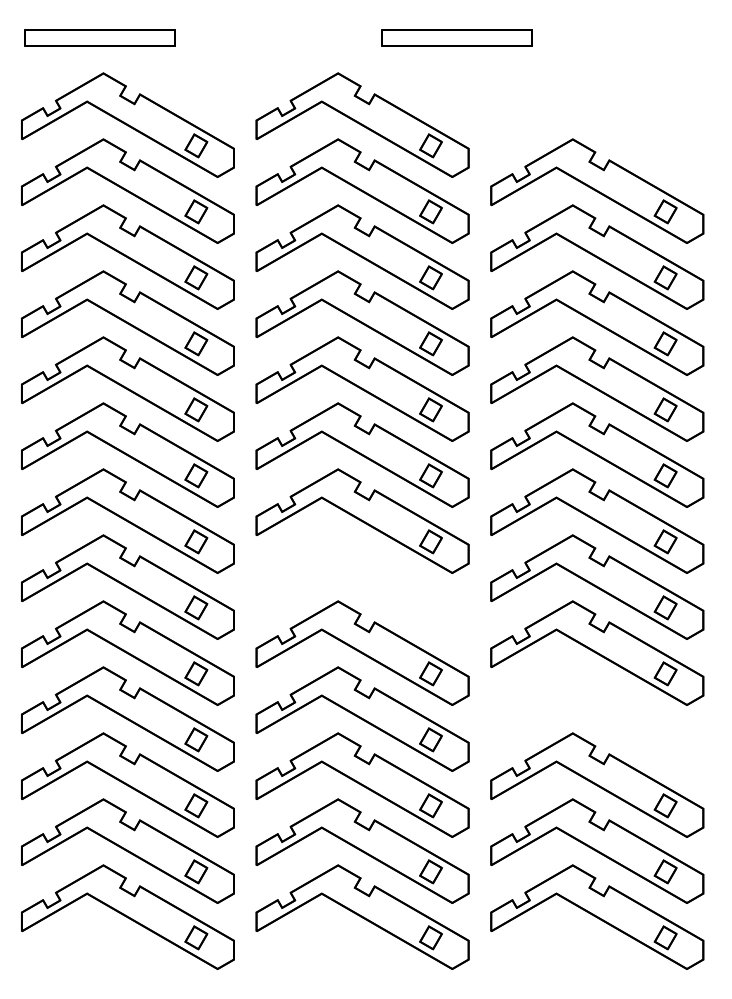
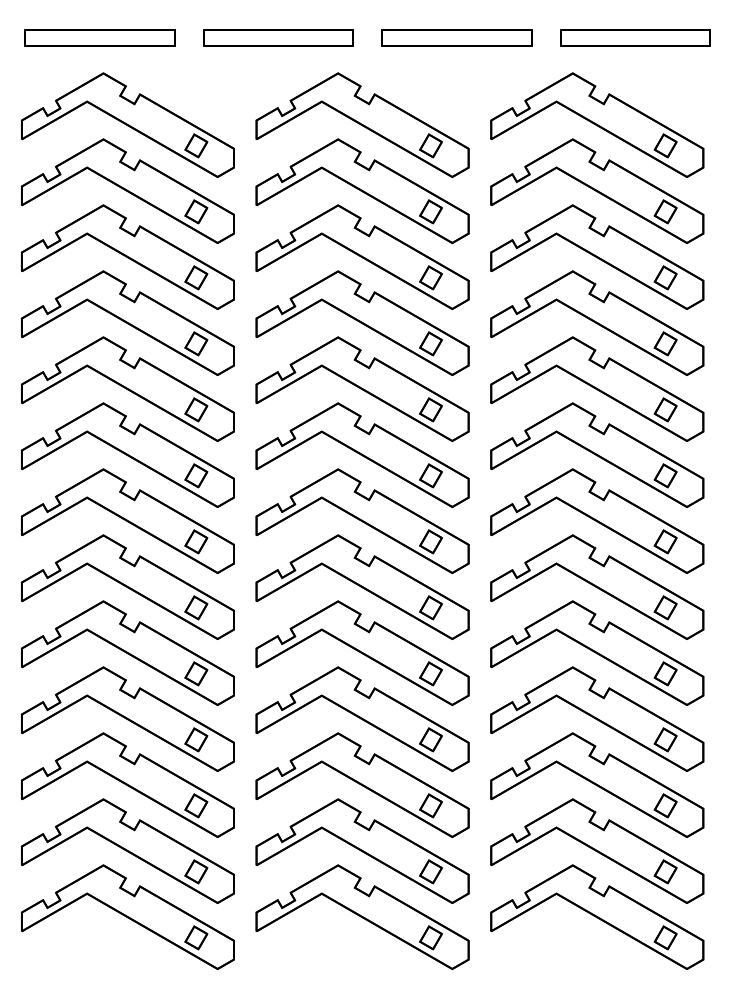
part at (278, 37): none -> present
part at (635, 37): none -> present
part at (597, 124): none -> present
part at (362, 586): none -> present
part at (597, 718): none -> present
